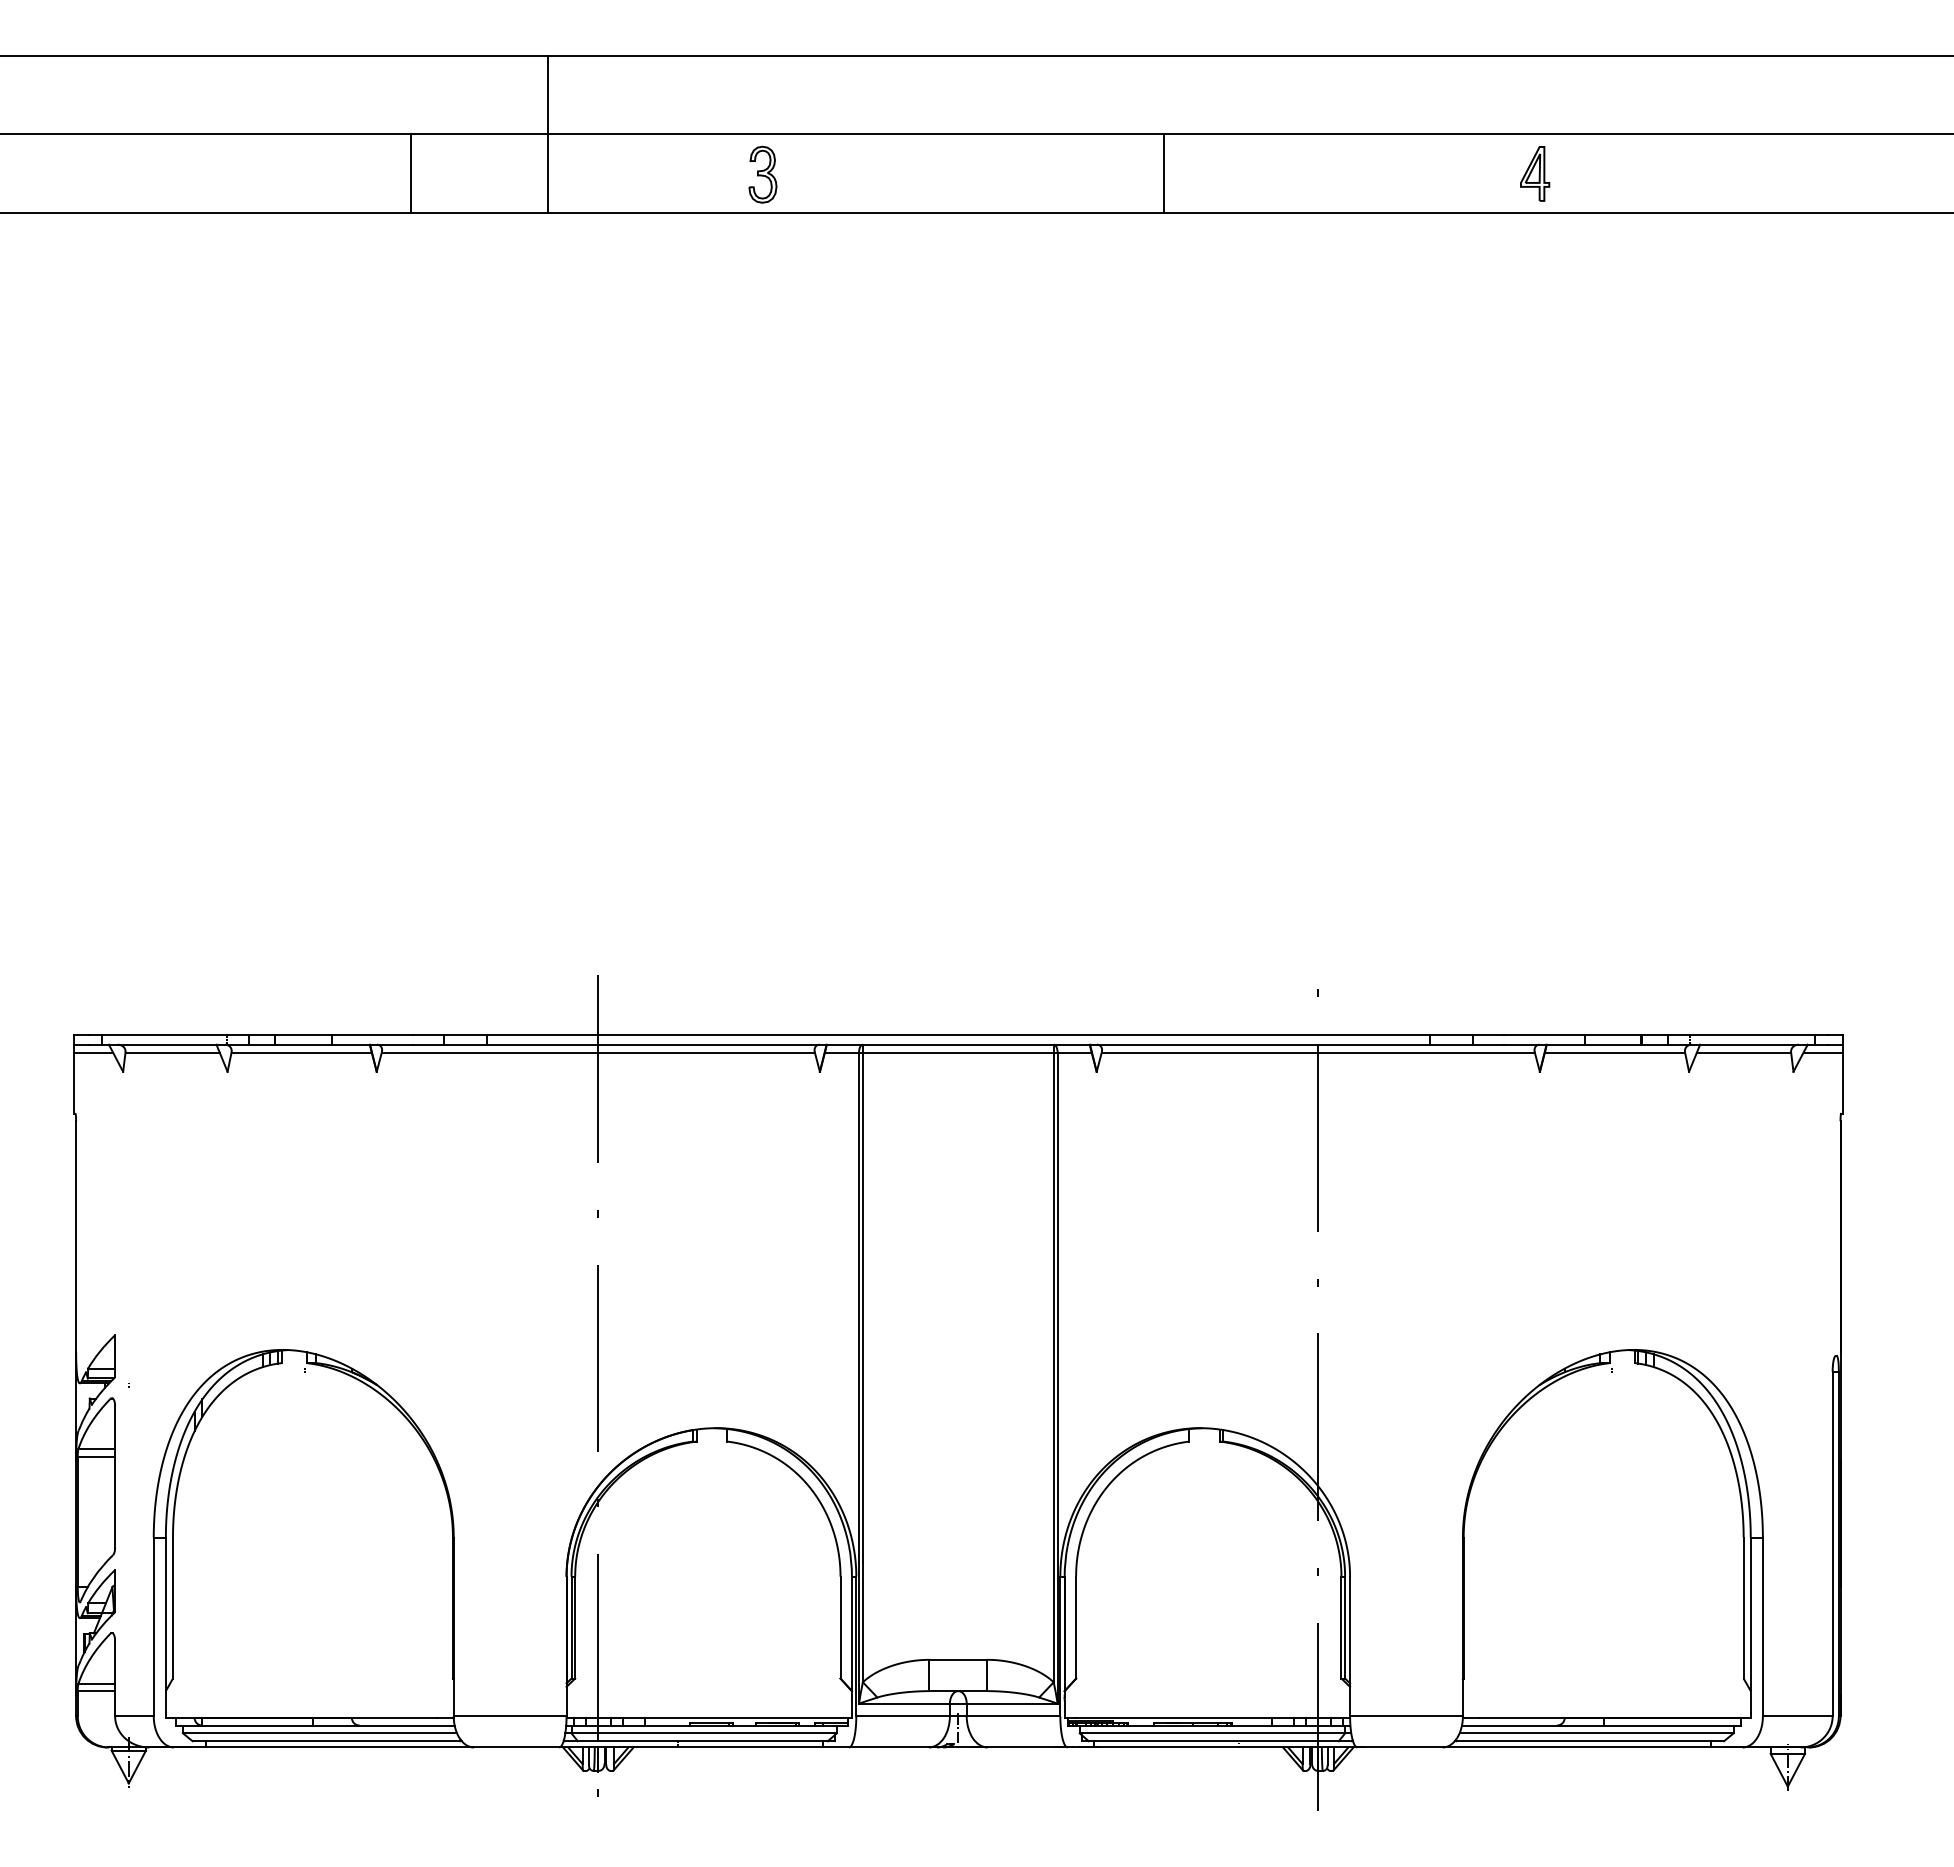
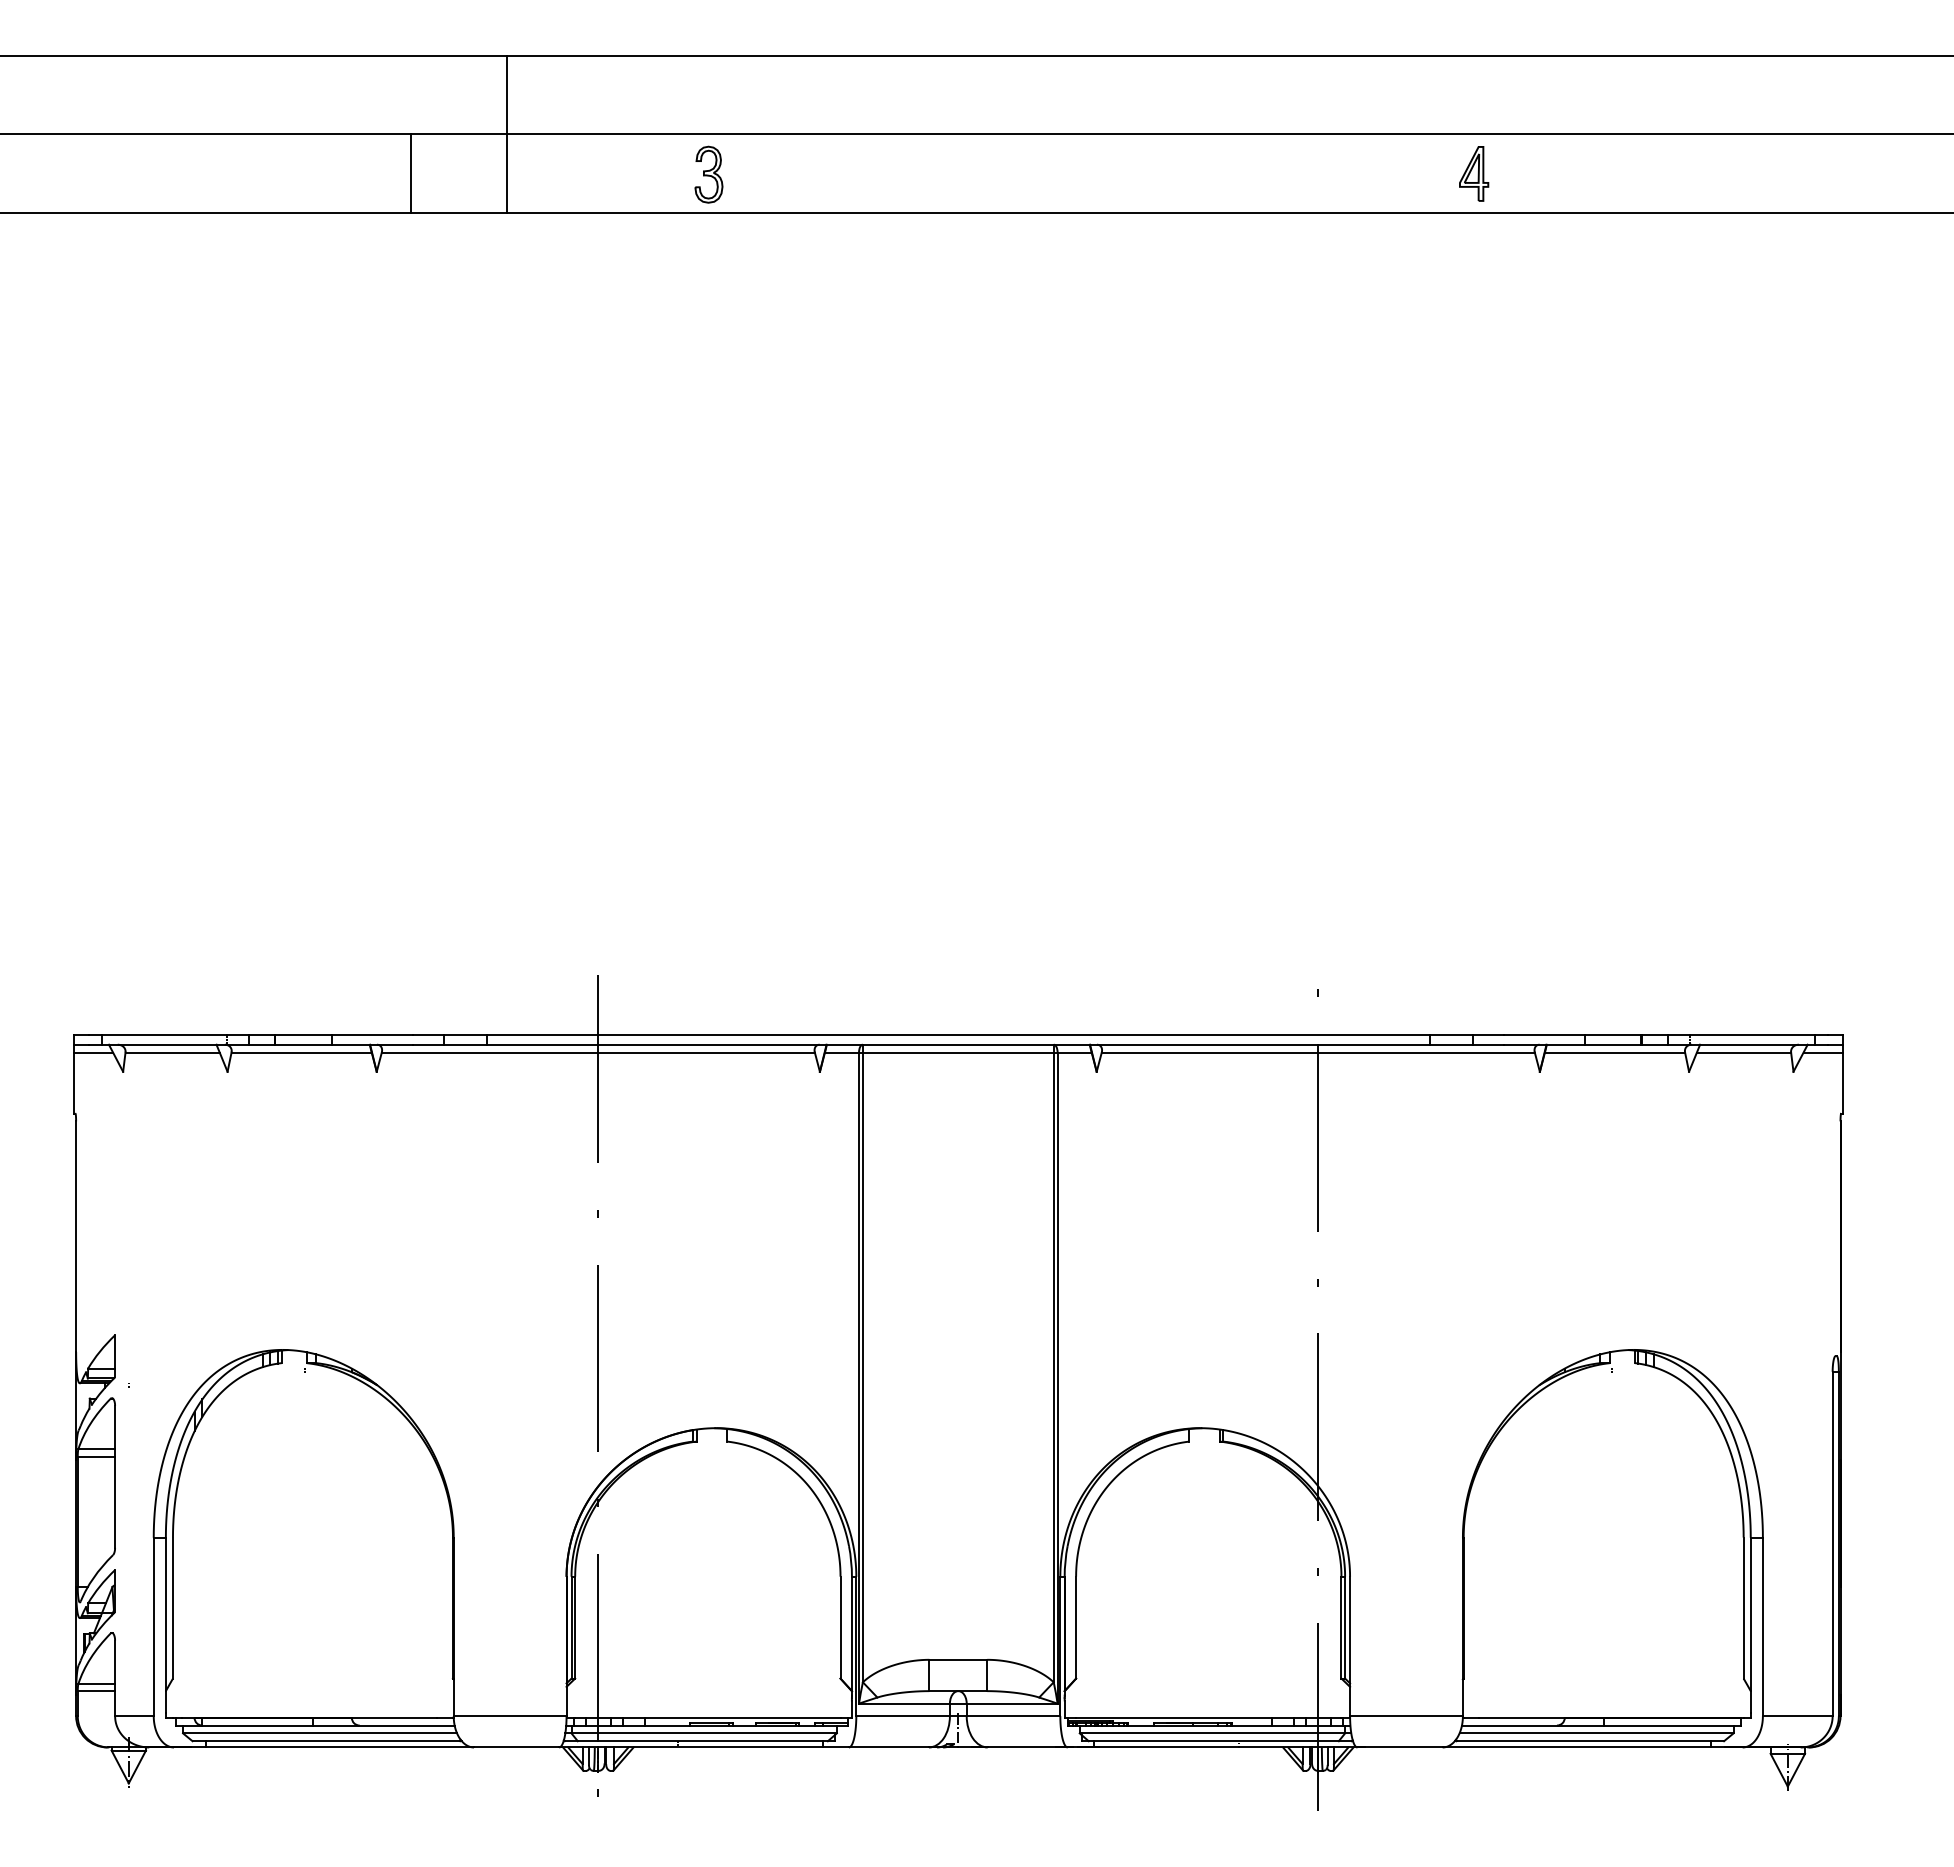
line at (547, 134) position: (547, 134) -> (506, 134)
line at (1164, 173): present -> none
part at (1535, 173) position: (1535, 173) -> (1474, 173)
part at (762, 174) position: (762, 174) -> (708, 174)
